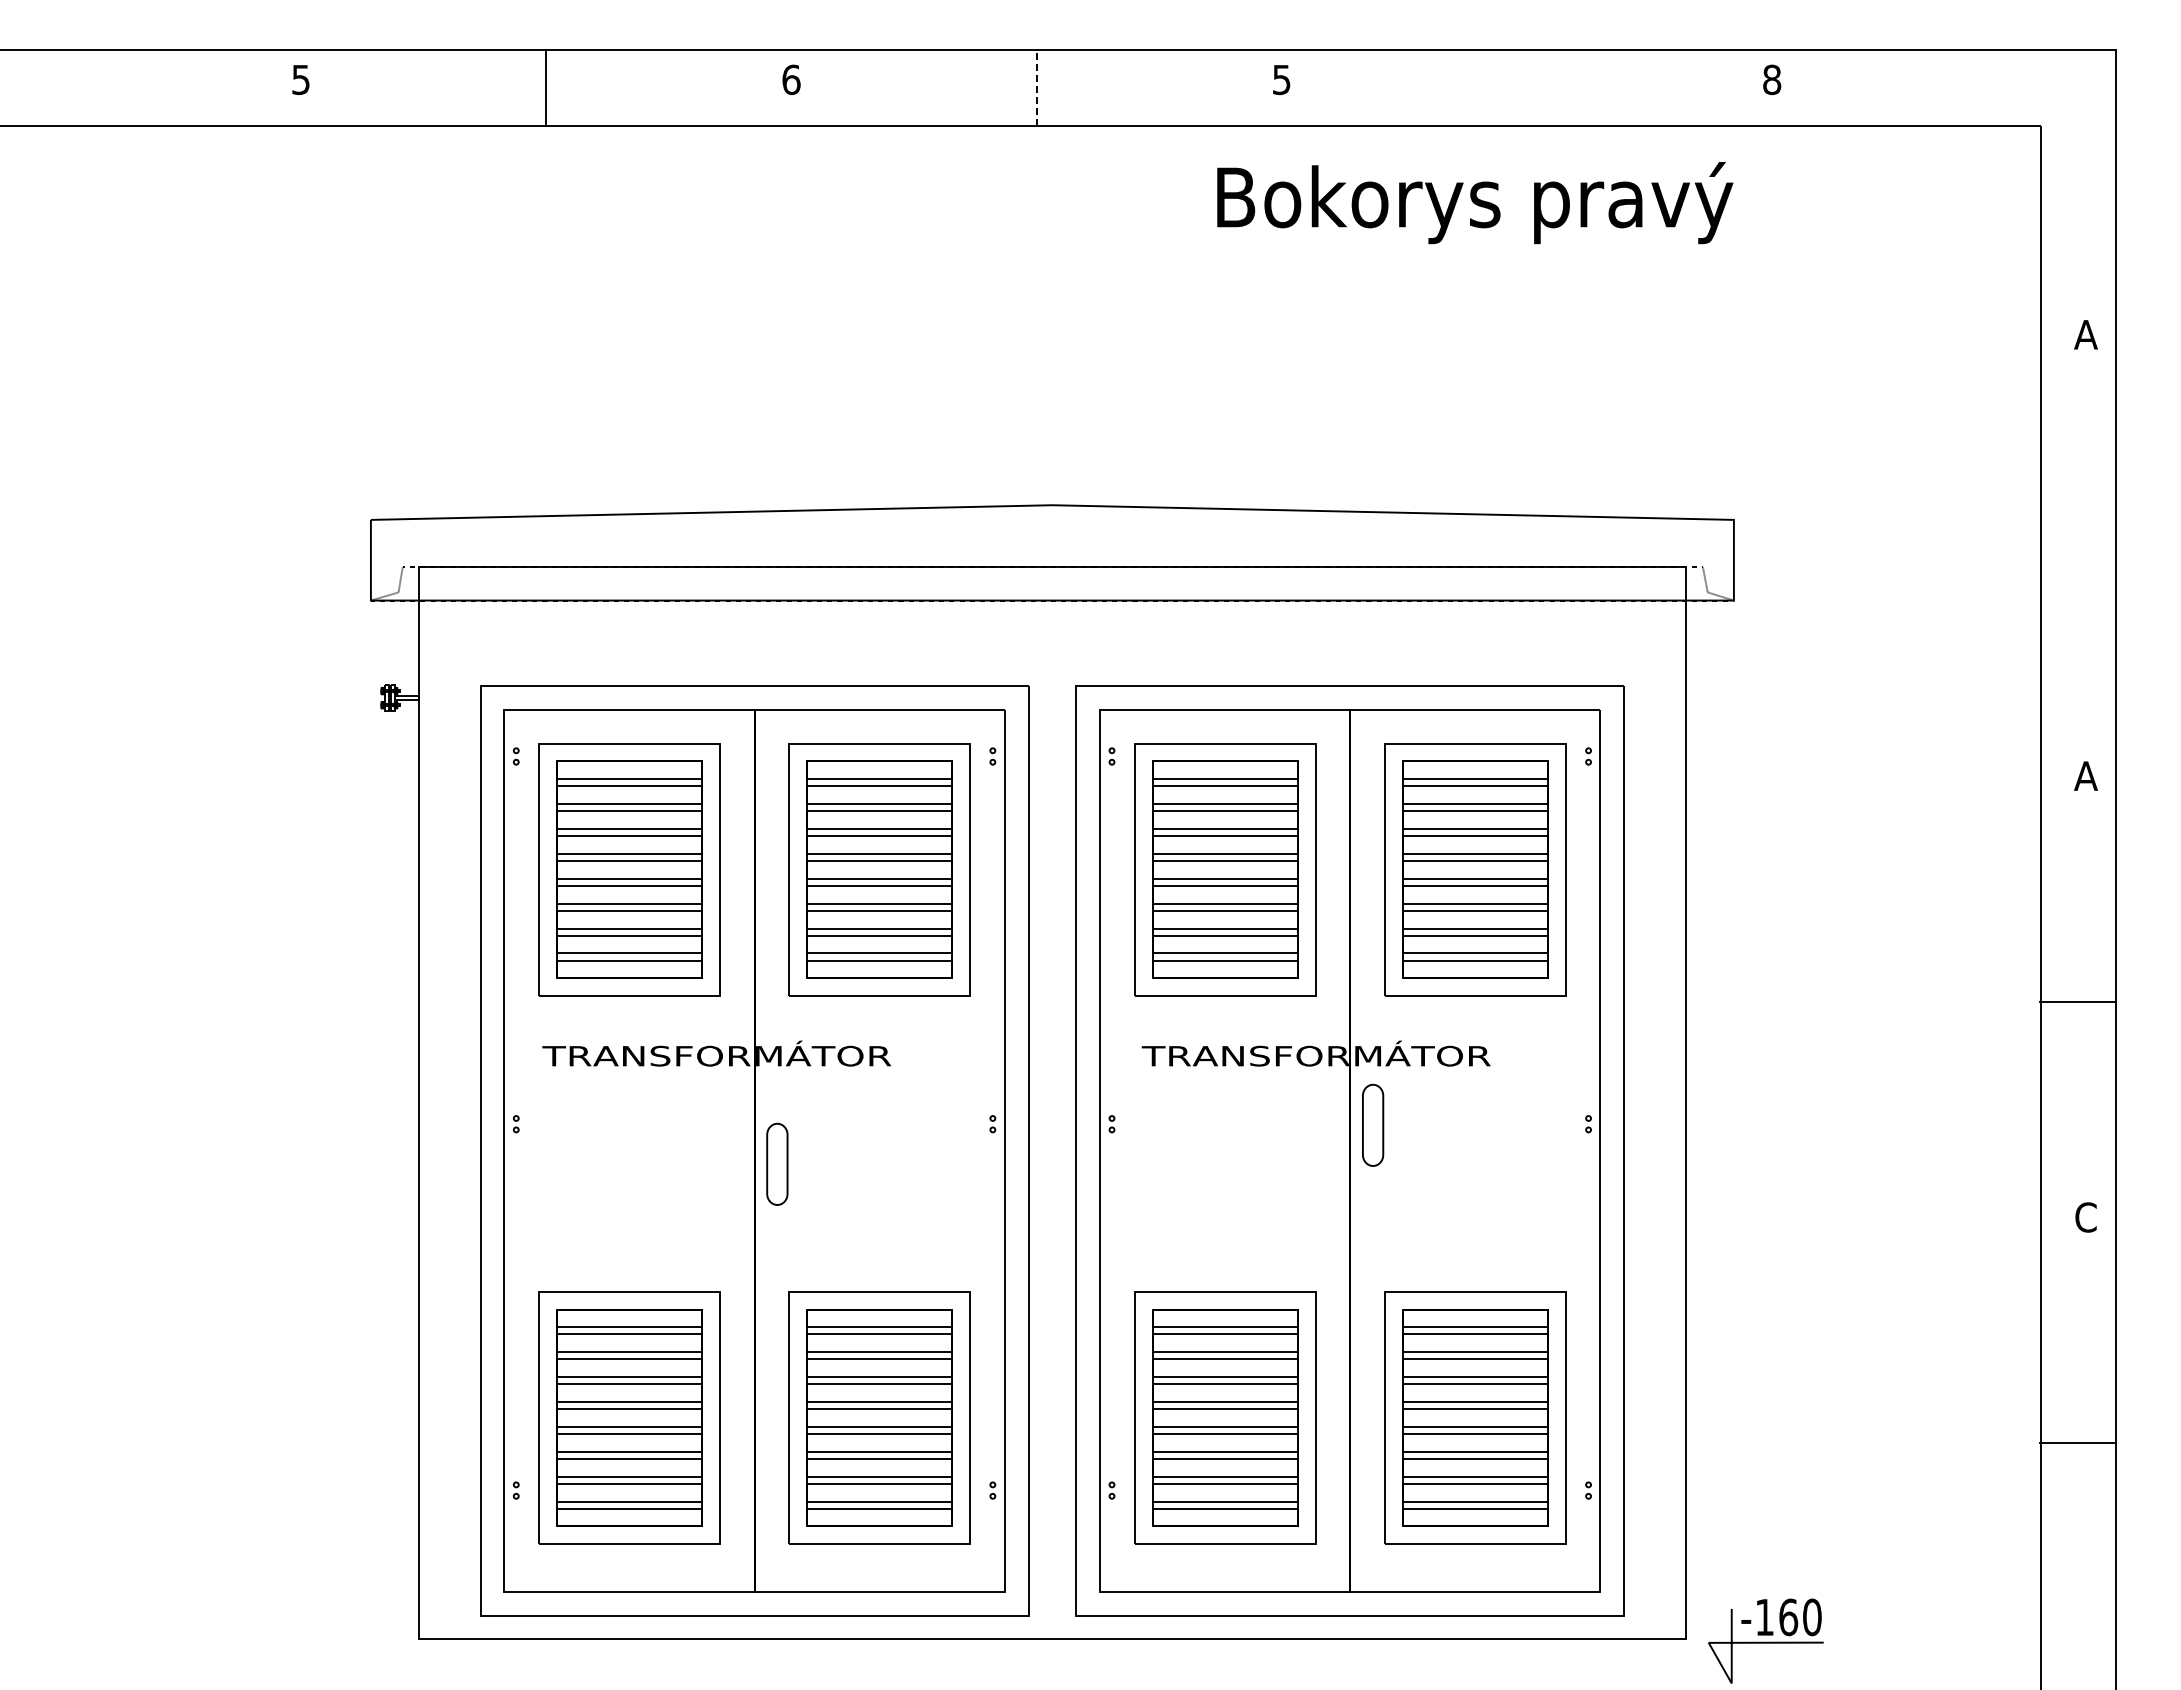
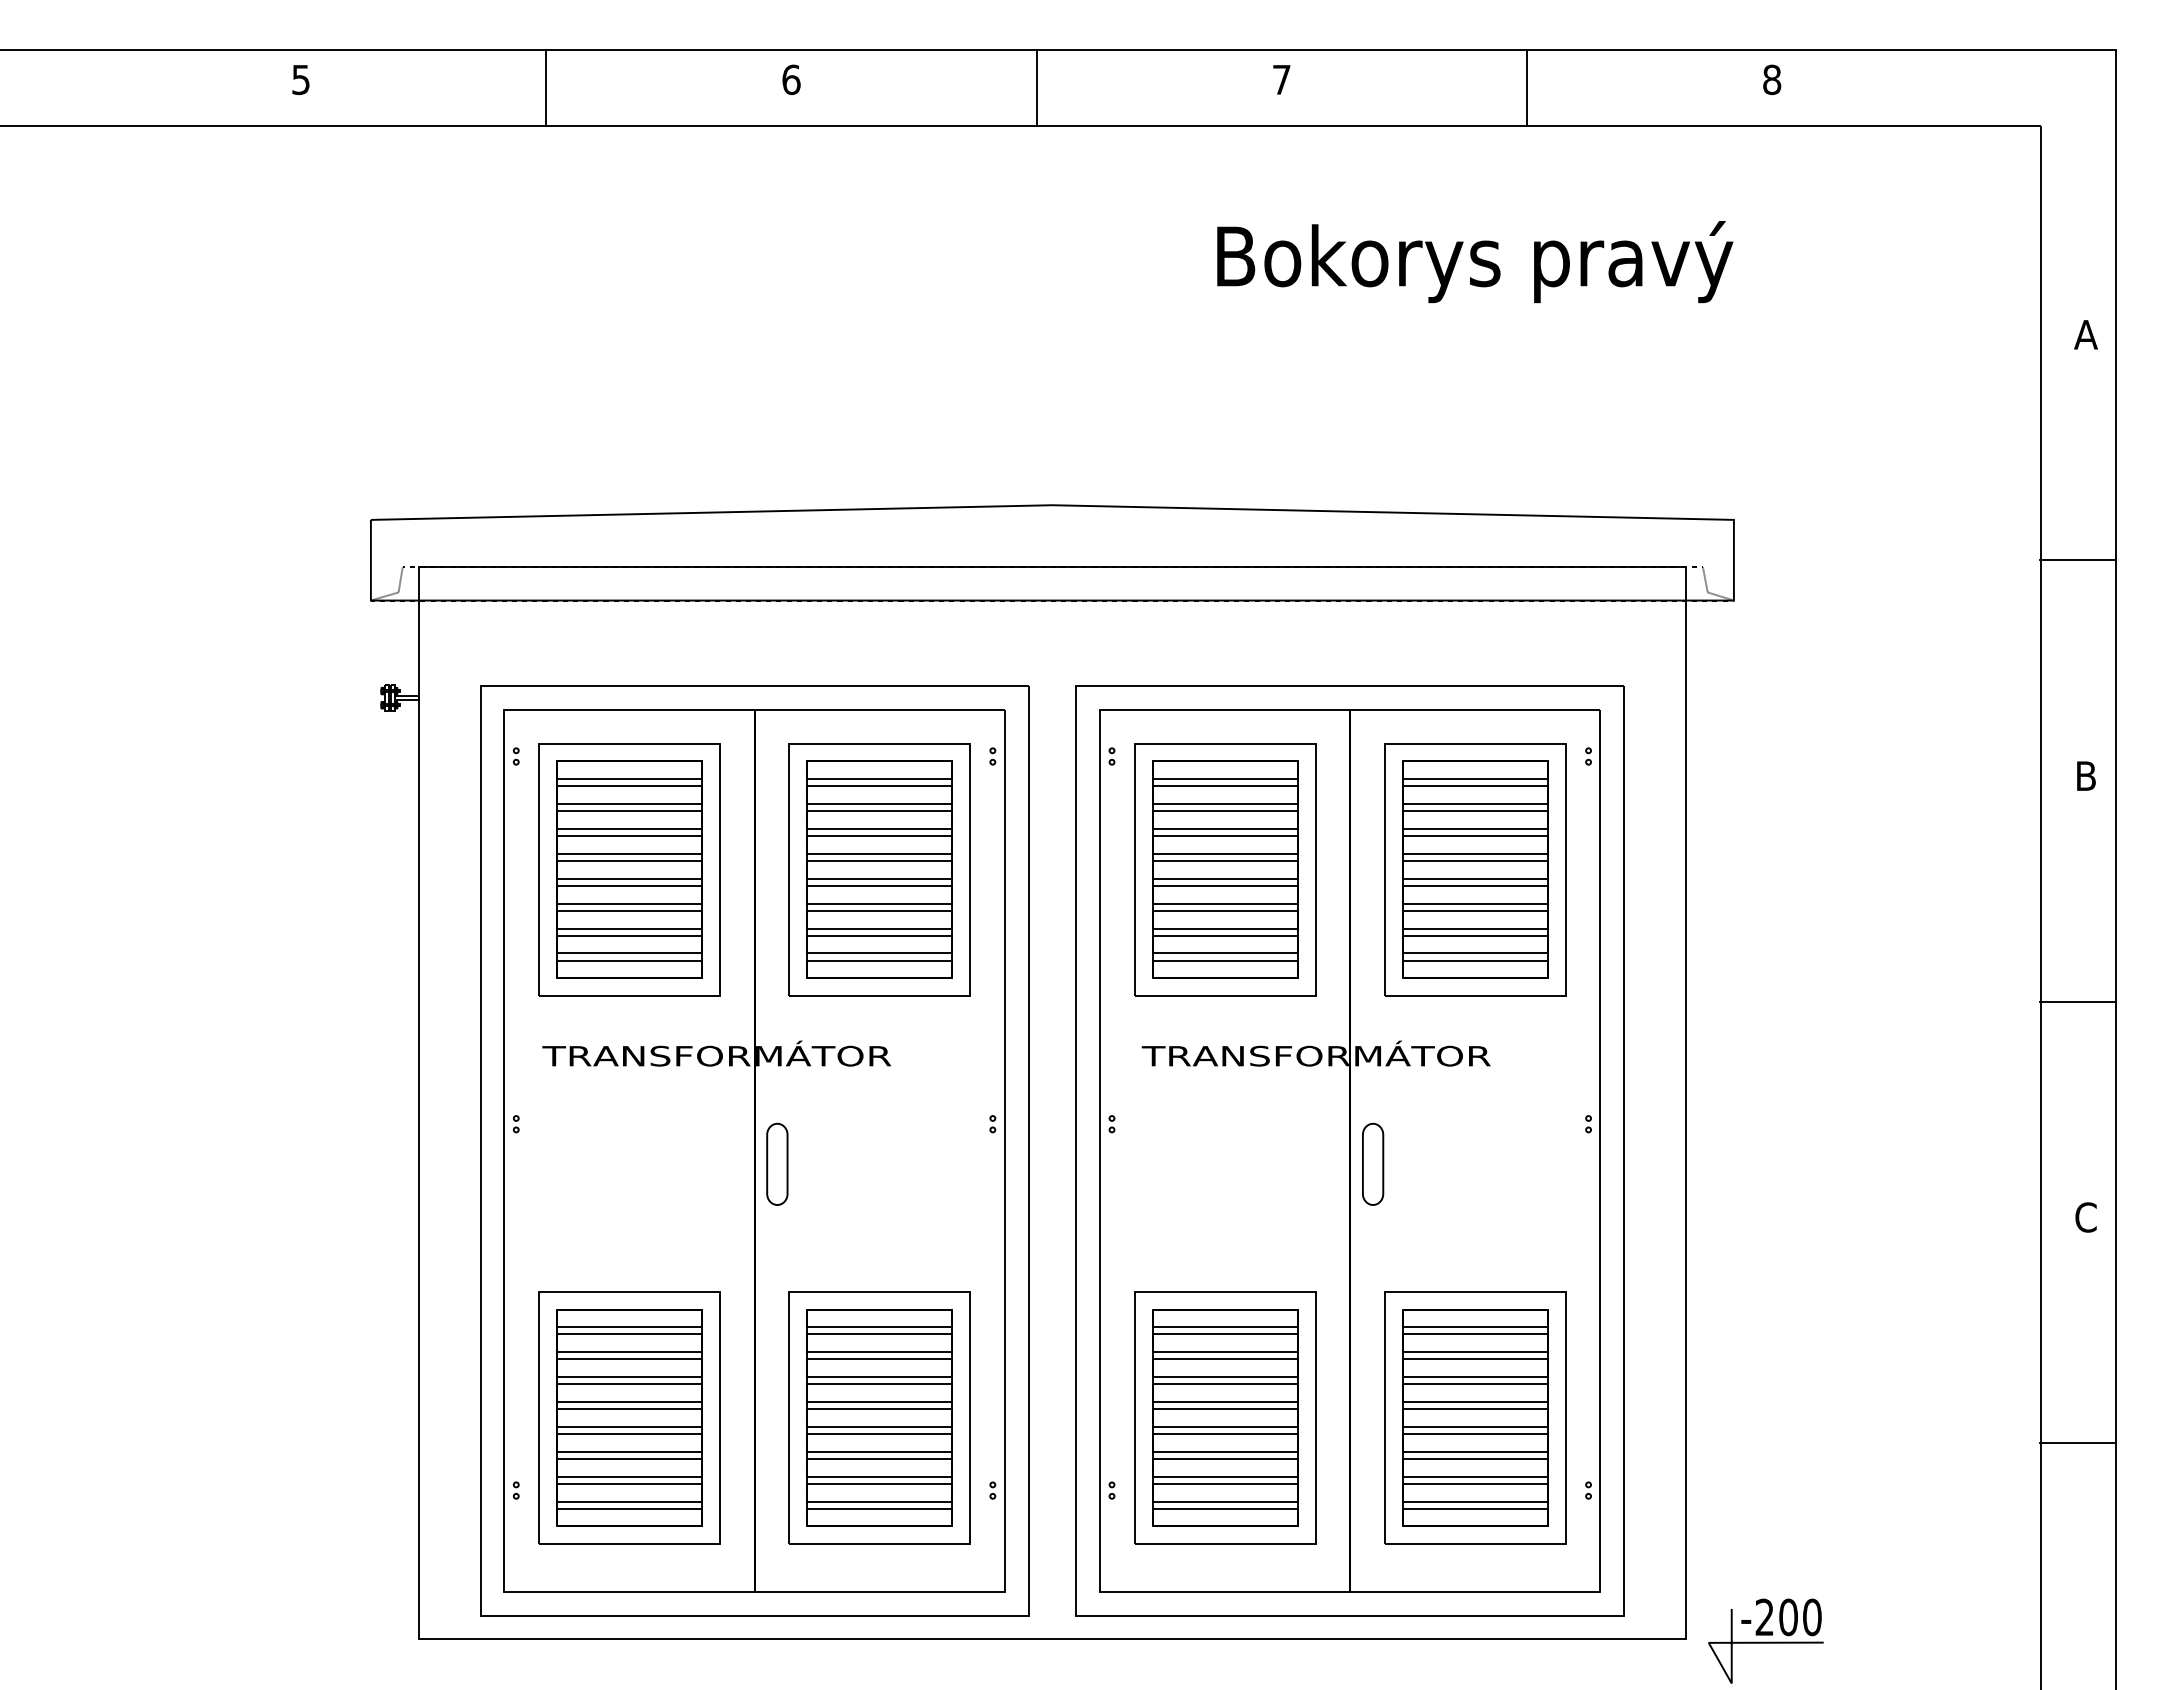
text at (1281, 80): 5 -> 7
line at (1527, 87): none -> present
line at (1036, 88): dashed -> solid
text at (1475, 203) position: (1475, 203) -> (1475, 262)
line at (2077, 560): none -> present
text at (2085, 775): A -> B
part at (1373, 1124) position: (1373, 1124) -> (1373, 1163)
text at (1776, 1617): -160 -> -200
